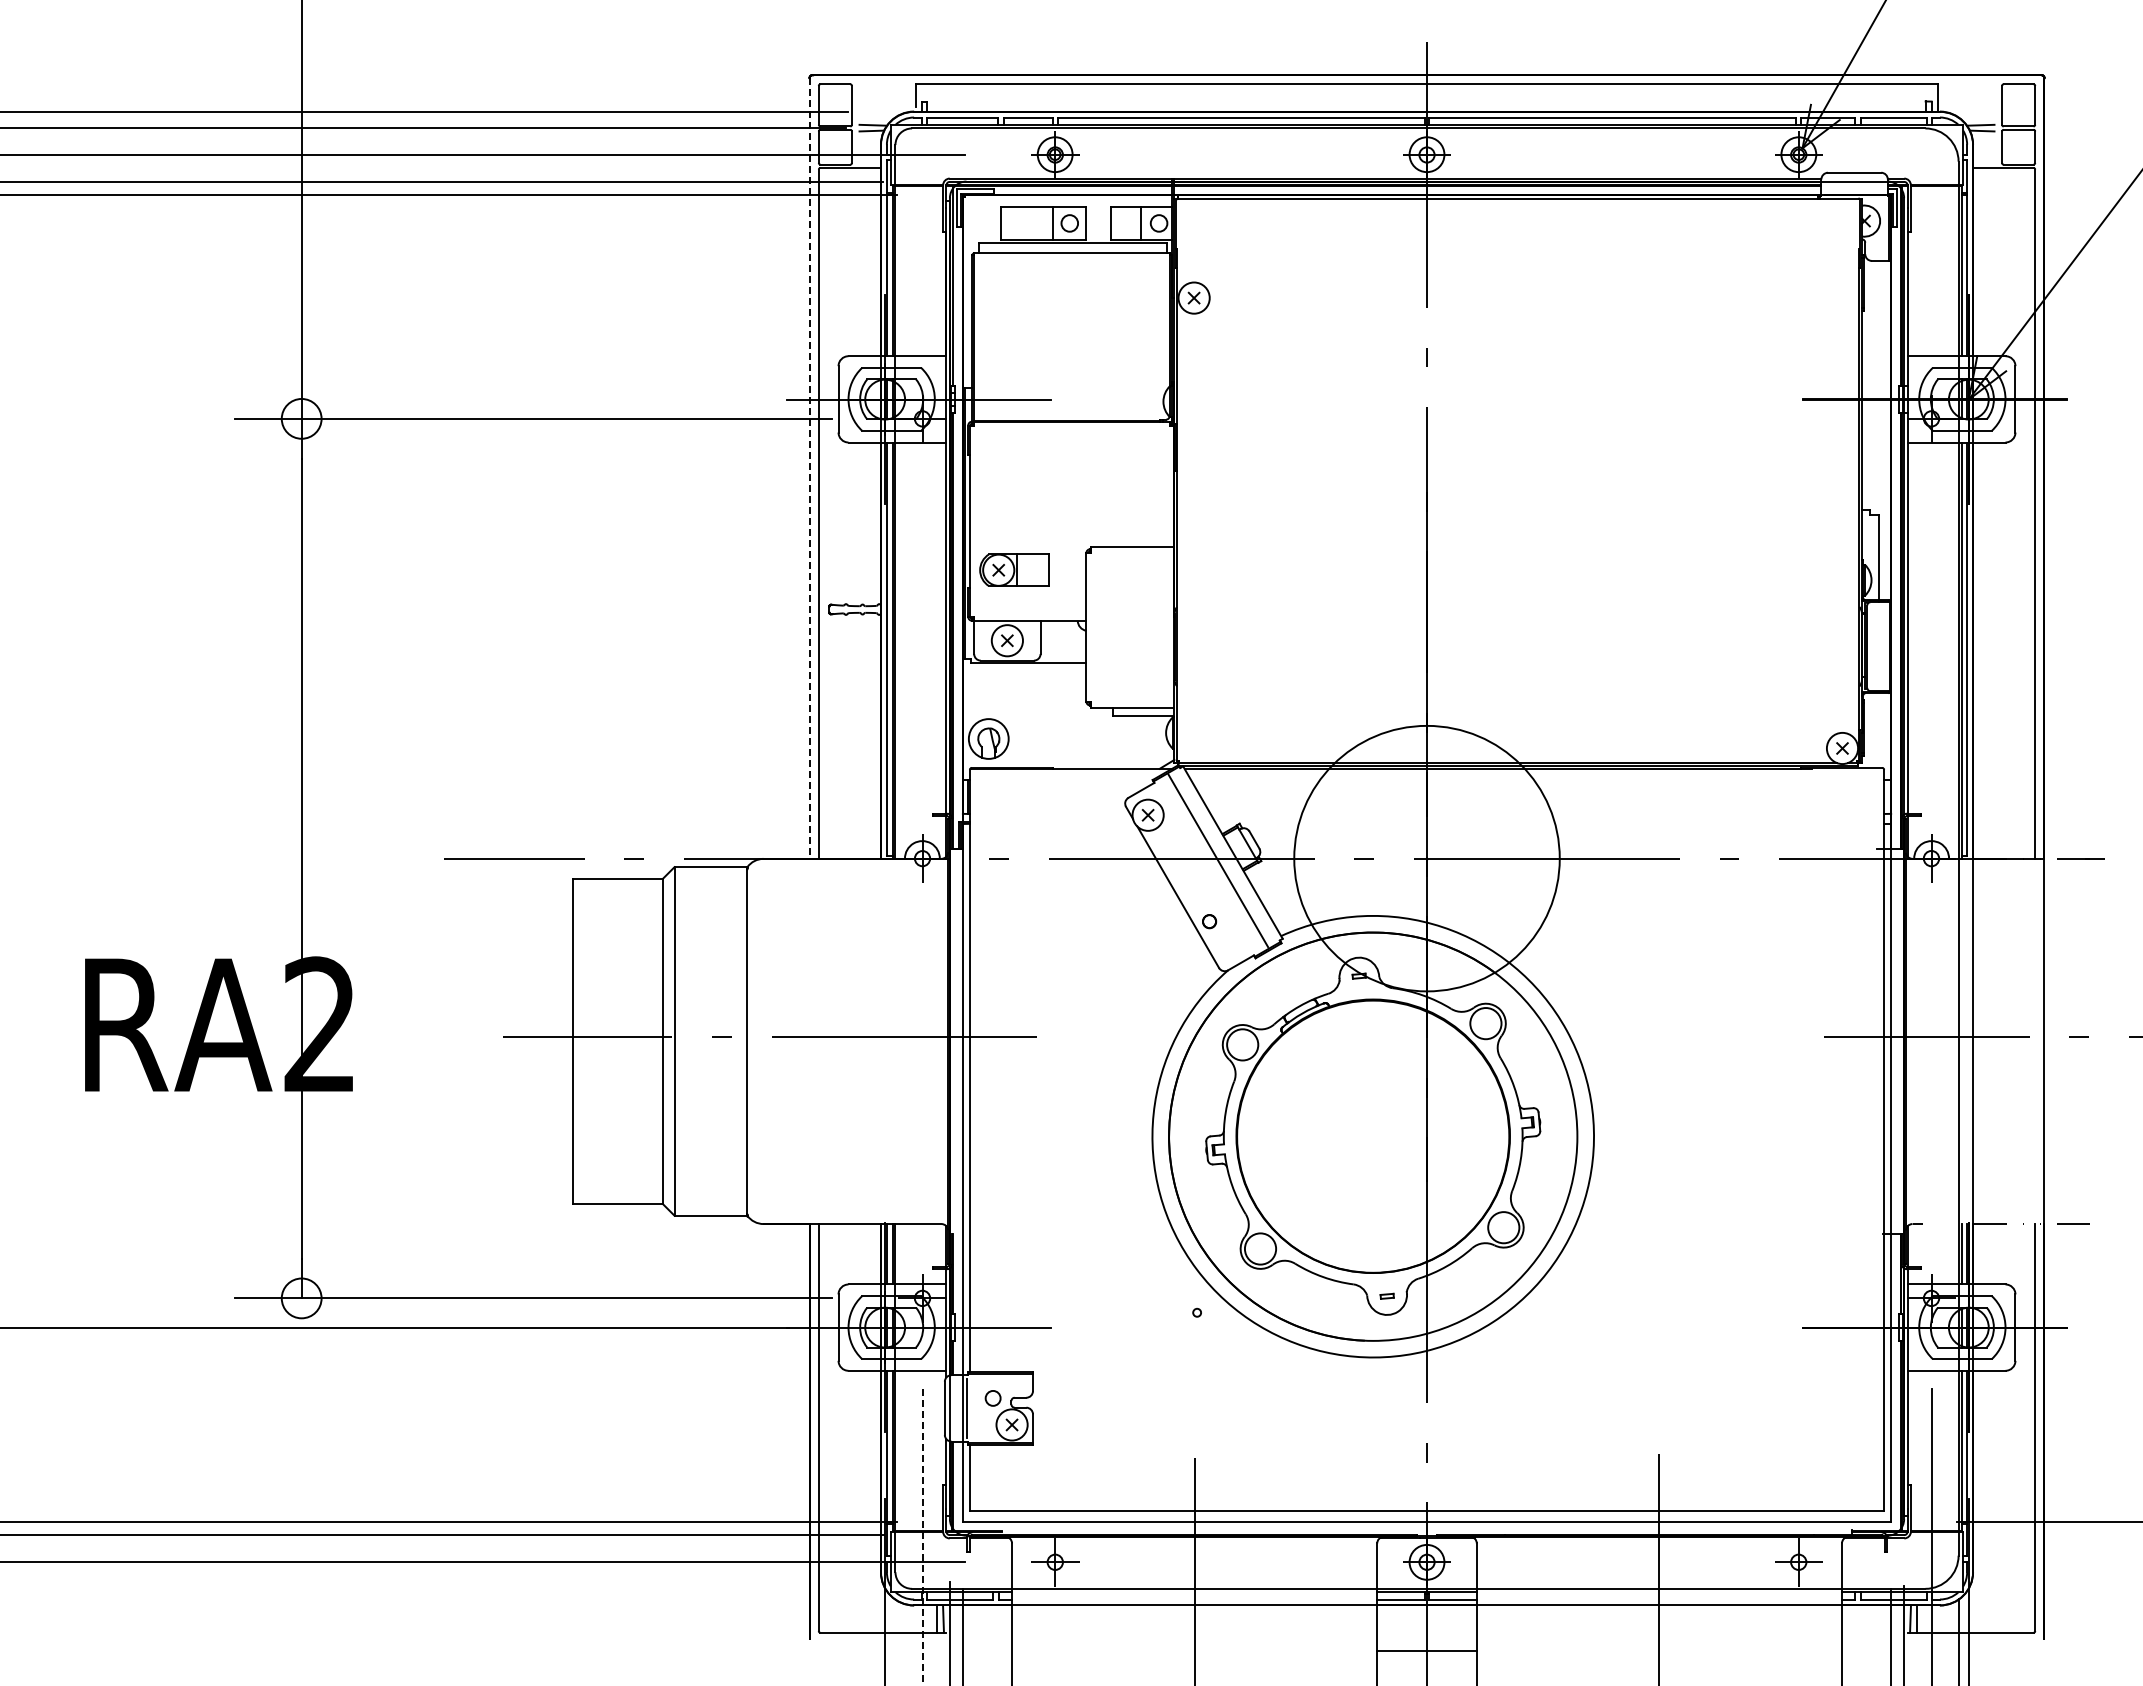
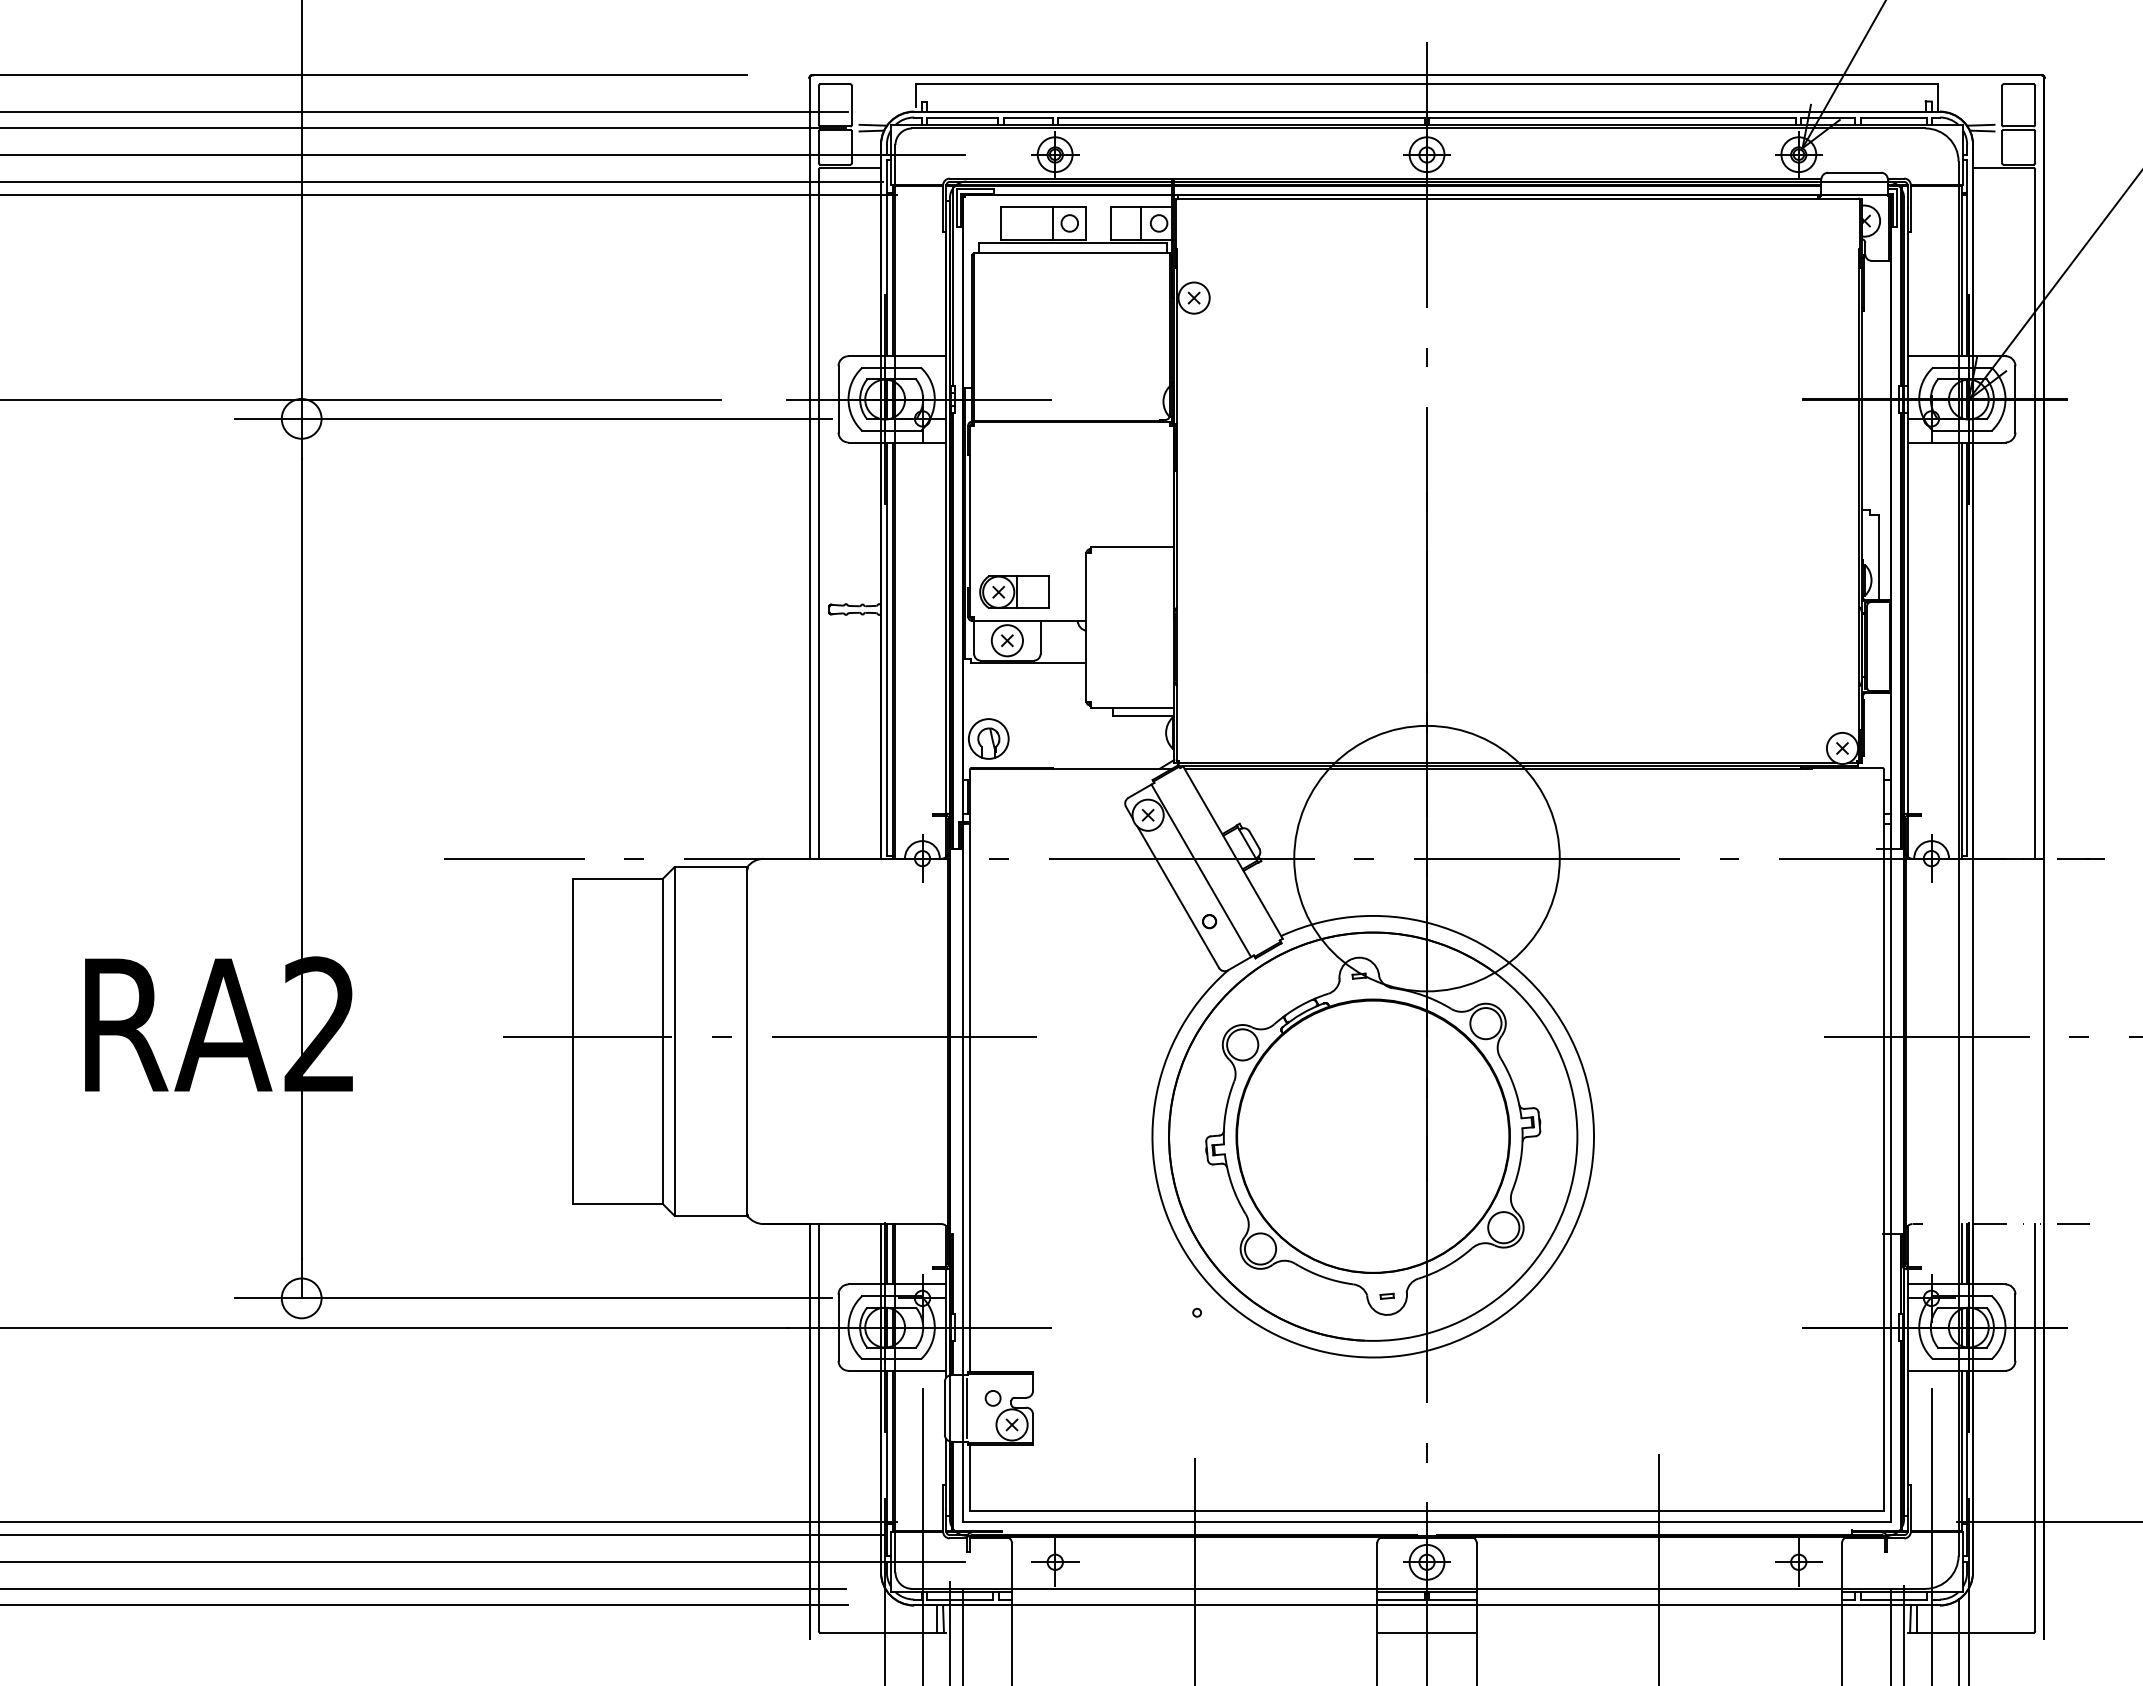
line at (374, 75): none -> present
line at (361, 399): none -> present
line at (809, 469): dashed -> solid
part at (1014, 569) position: (1014, 569) -> (1014, 591)
line at (1218, 860) position: (1218, 860) -> (1201, 870)
line at (922, 1537): dashed -> solid
line at (423, 1588): none -> present
line at (424, 1605): none -> present
line at (1426, 1650) position: (1426, 1650) -> (1426, 1632)
